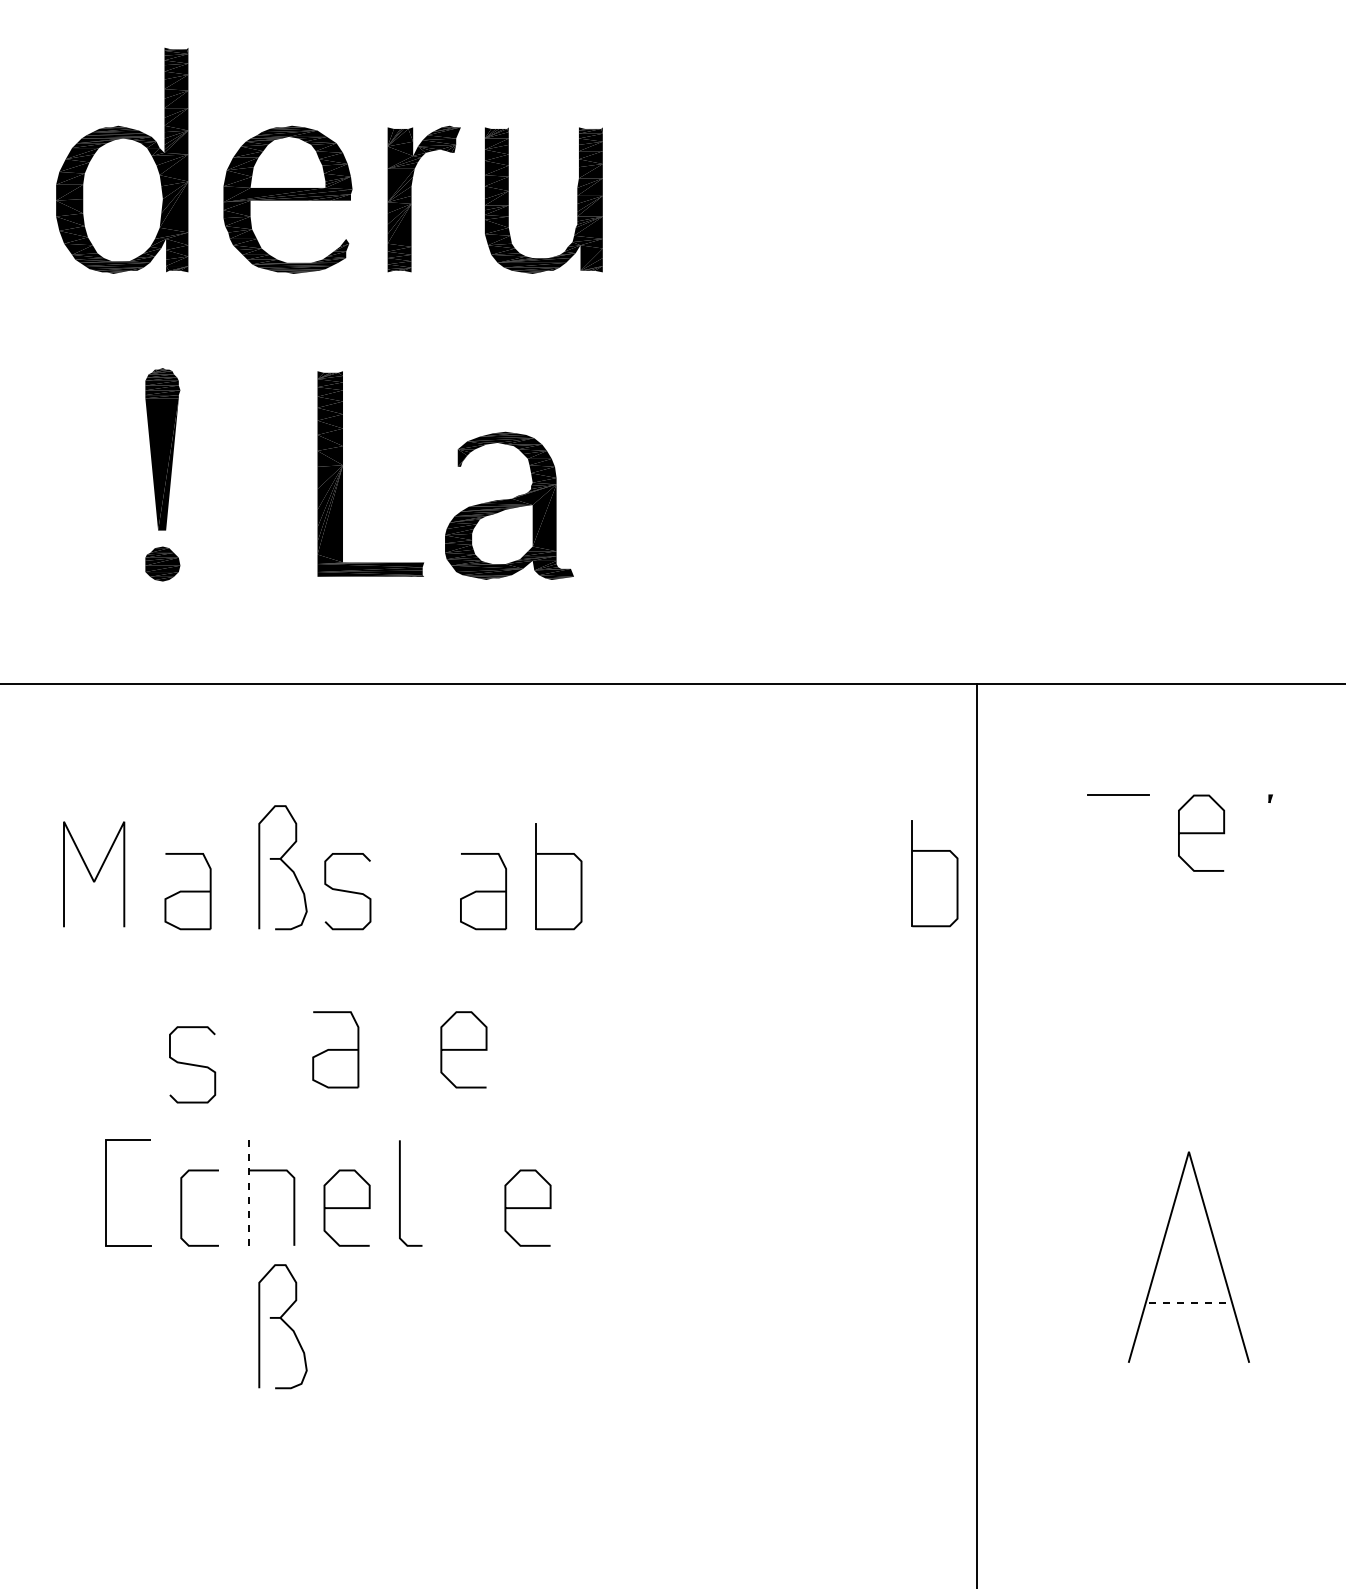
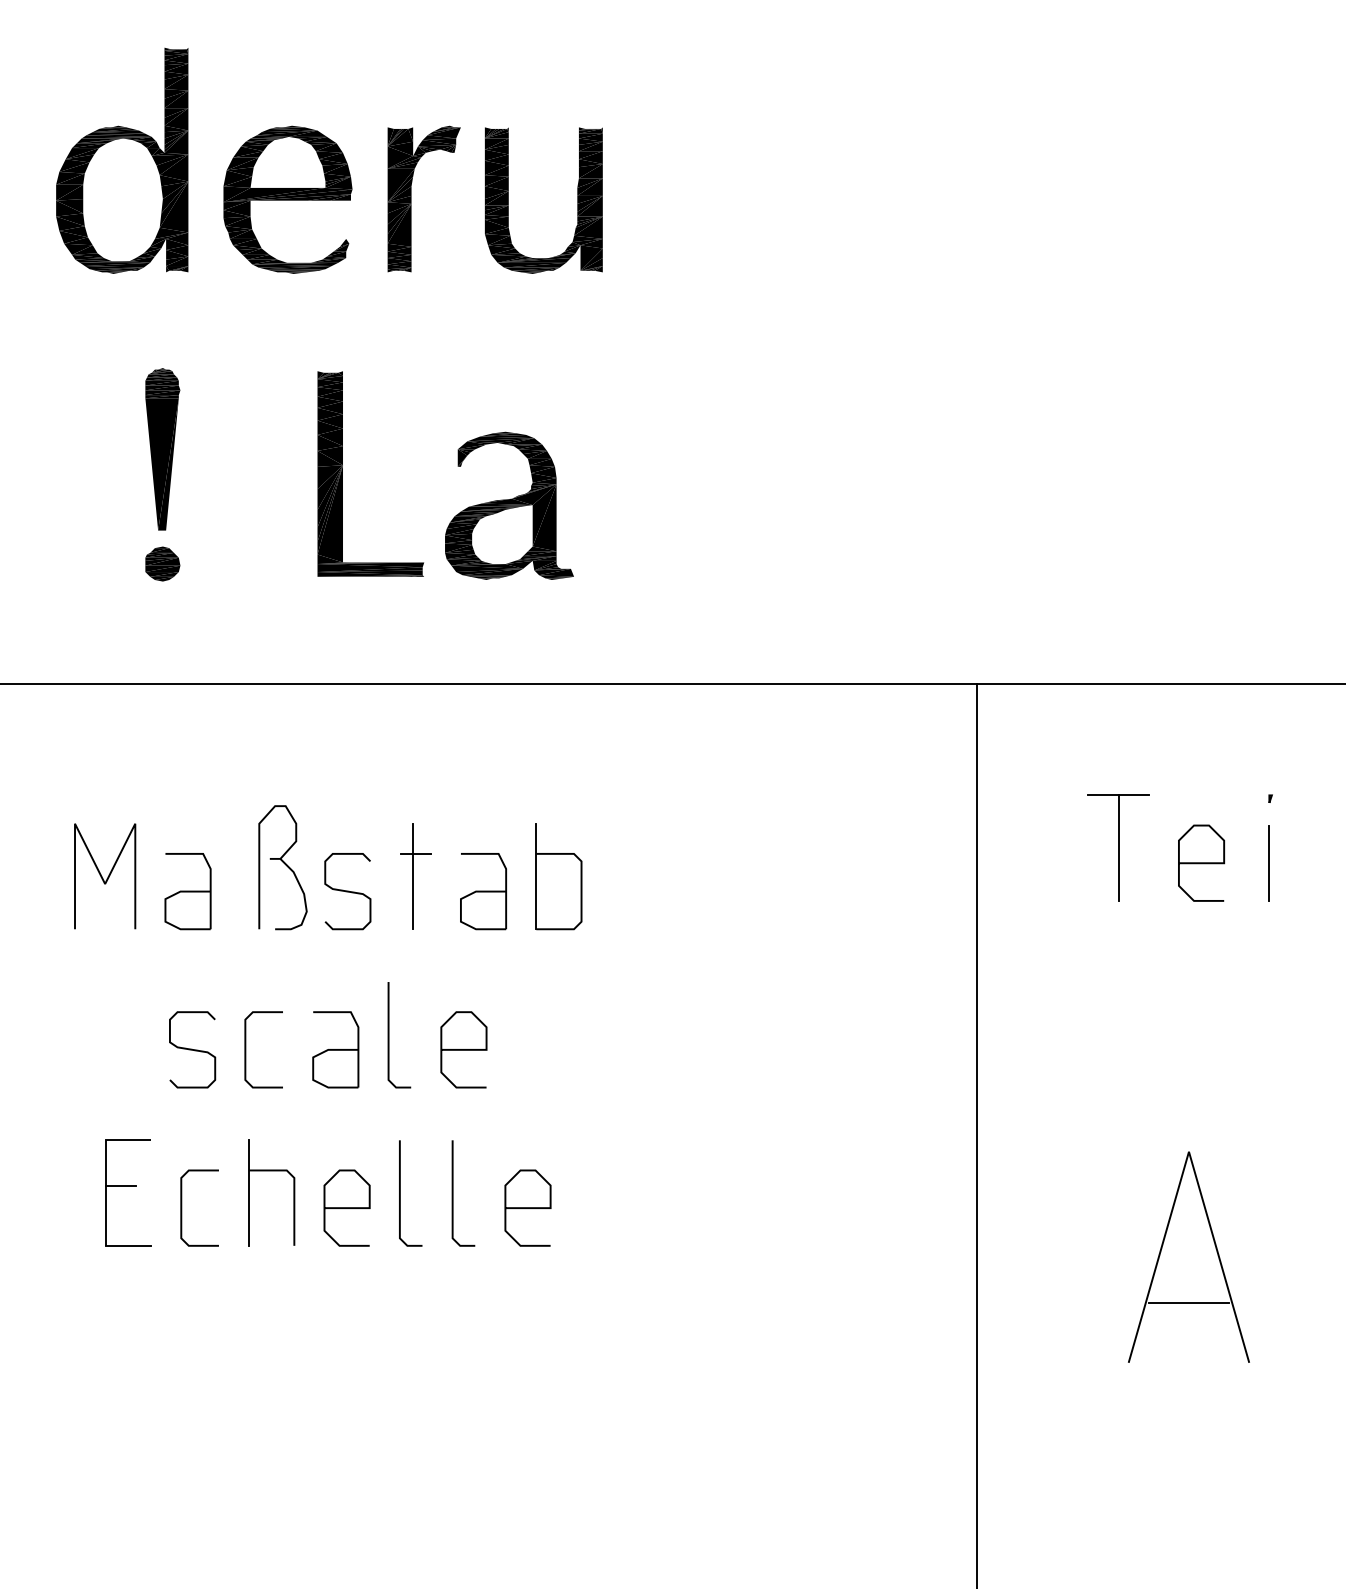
curve at (1201, 832) position: (1201, 832) -> (1201, 862)
line at (1118, 847): none -> present
line at (1269, 862): none -> present
part at (934, 873): present -> none
line at (96, 874) position: (96, 874) -> (107, 876)
part at (415, 876): none -> present
line at (389, 1035): none -> present
curve at (246, 1049): none -> present
curve at (192, 1064) position: (192, 1064) -> (192, 1049)
line at (120, 1185): none -> present
line at (249, 1193): dashed -> solid
line at (453, 1193): none -> present
line at (1189, 1302): dashed -> solid
part at (282, 1326): present -> none
